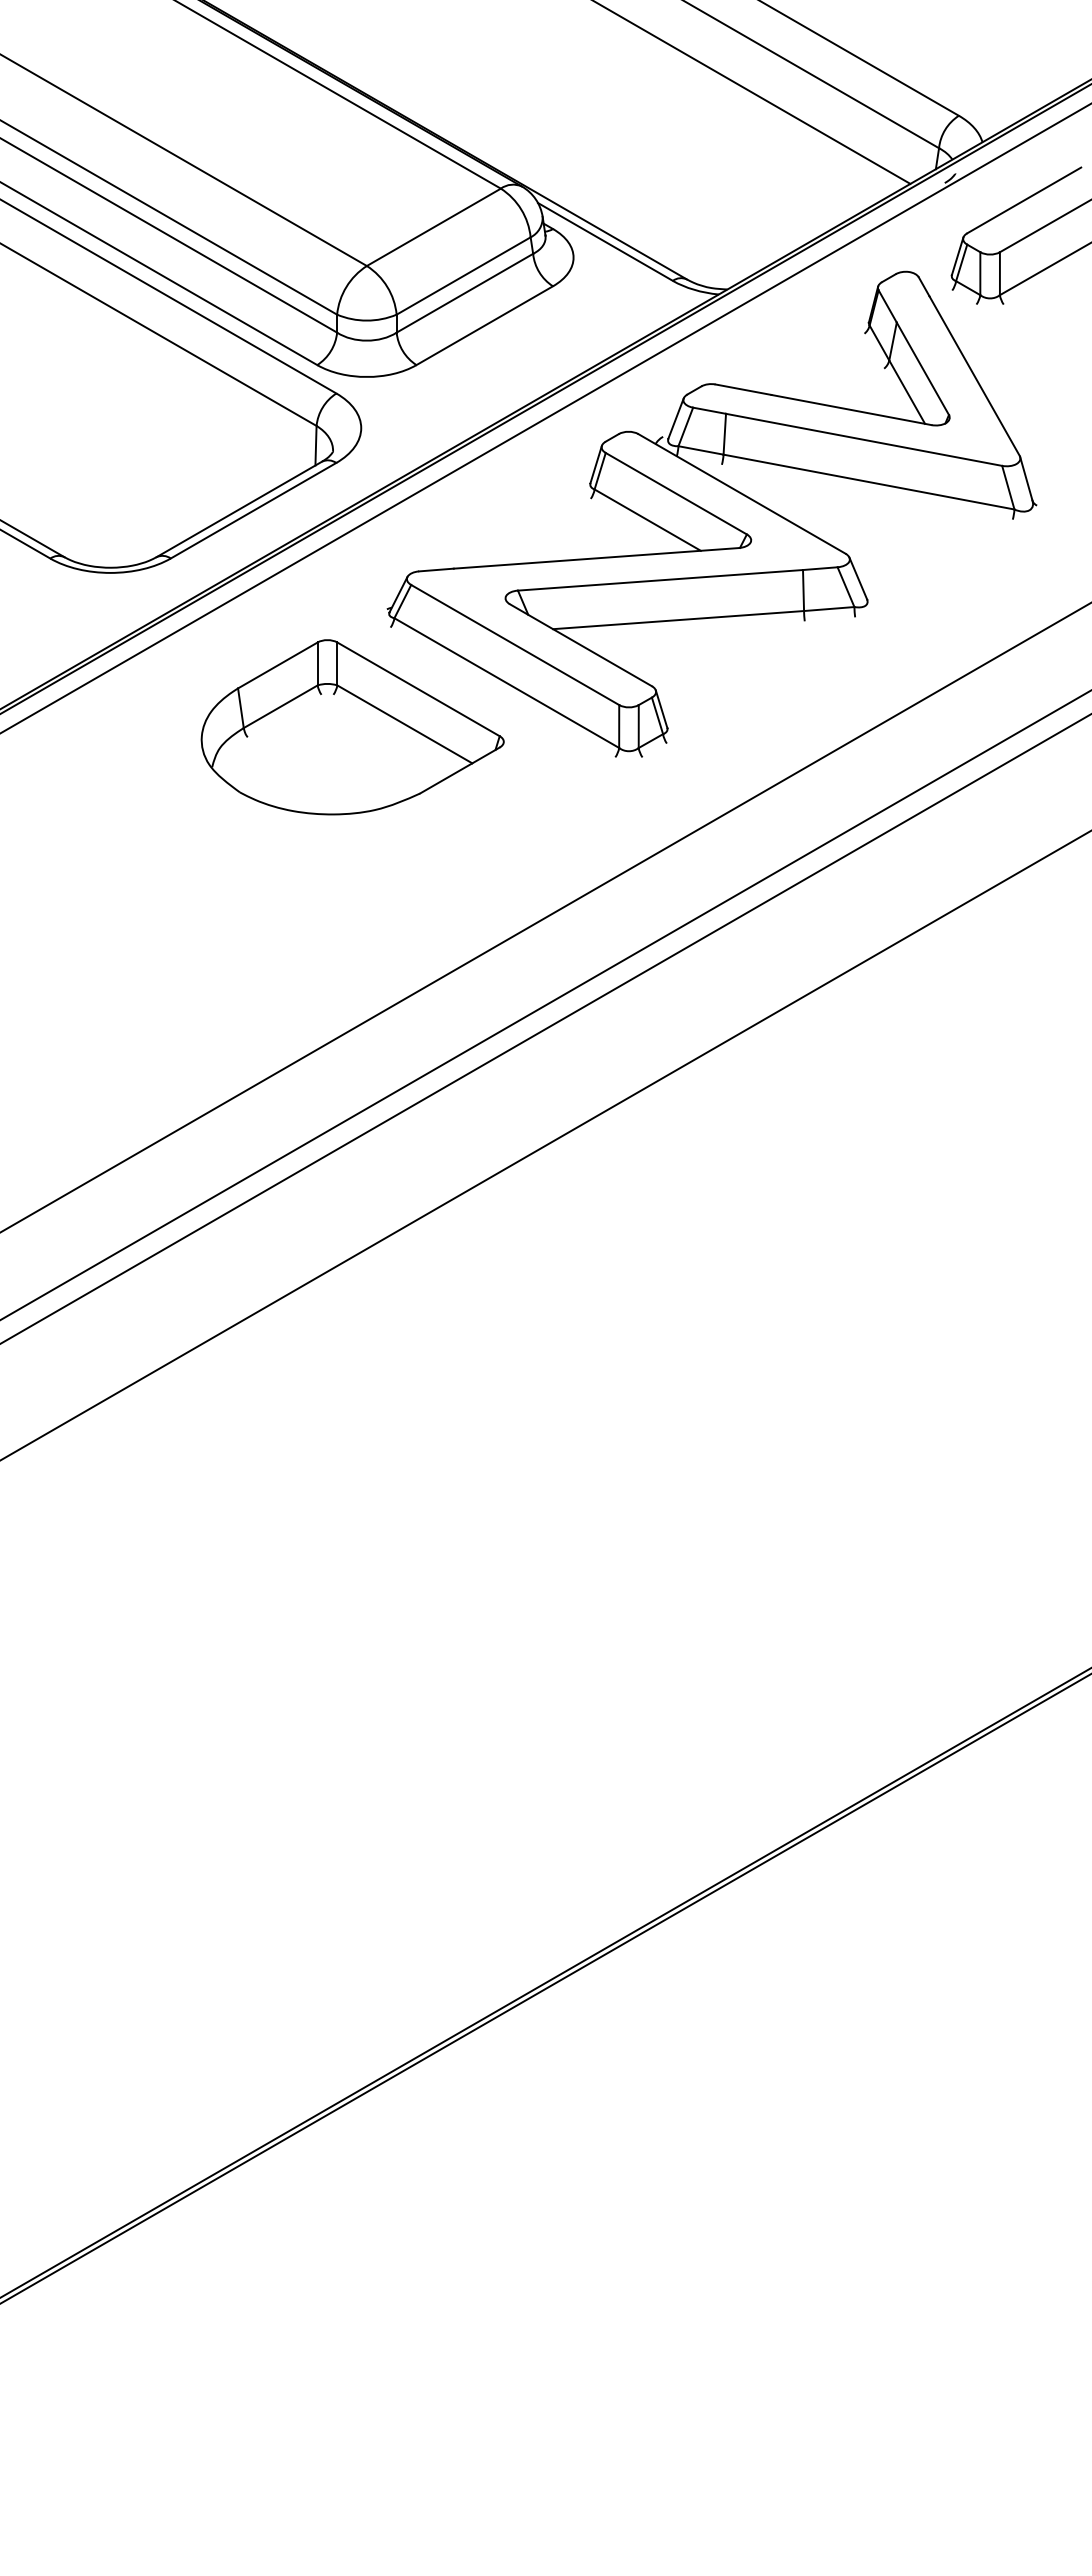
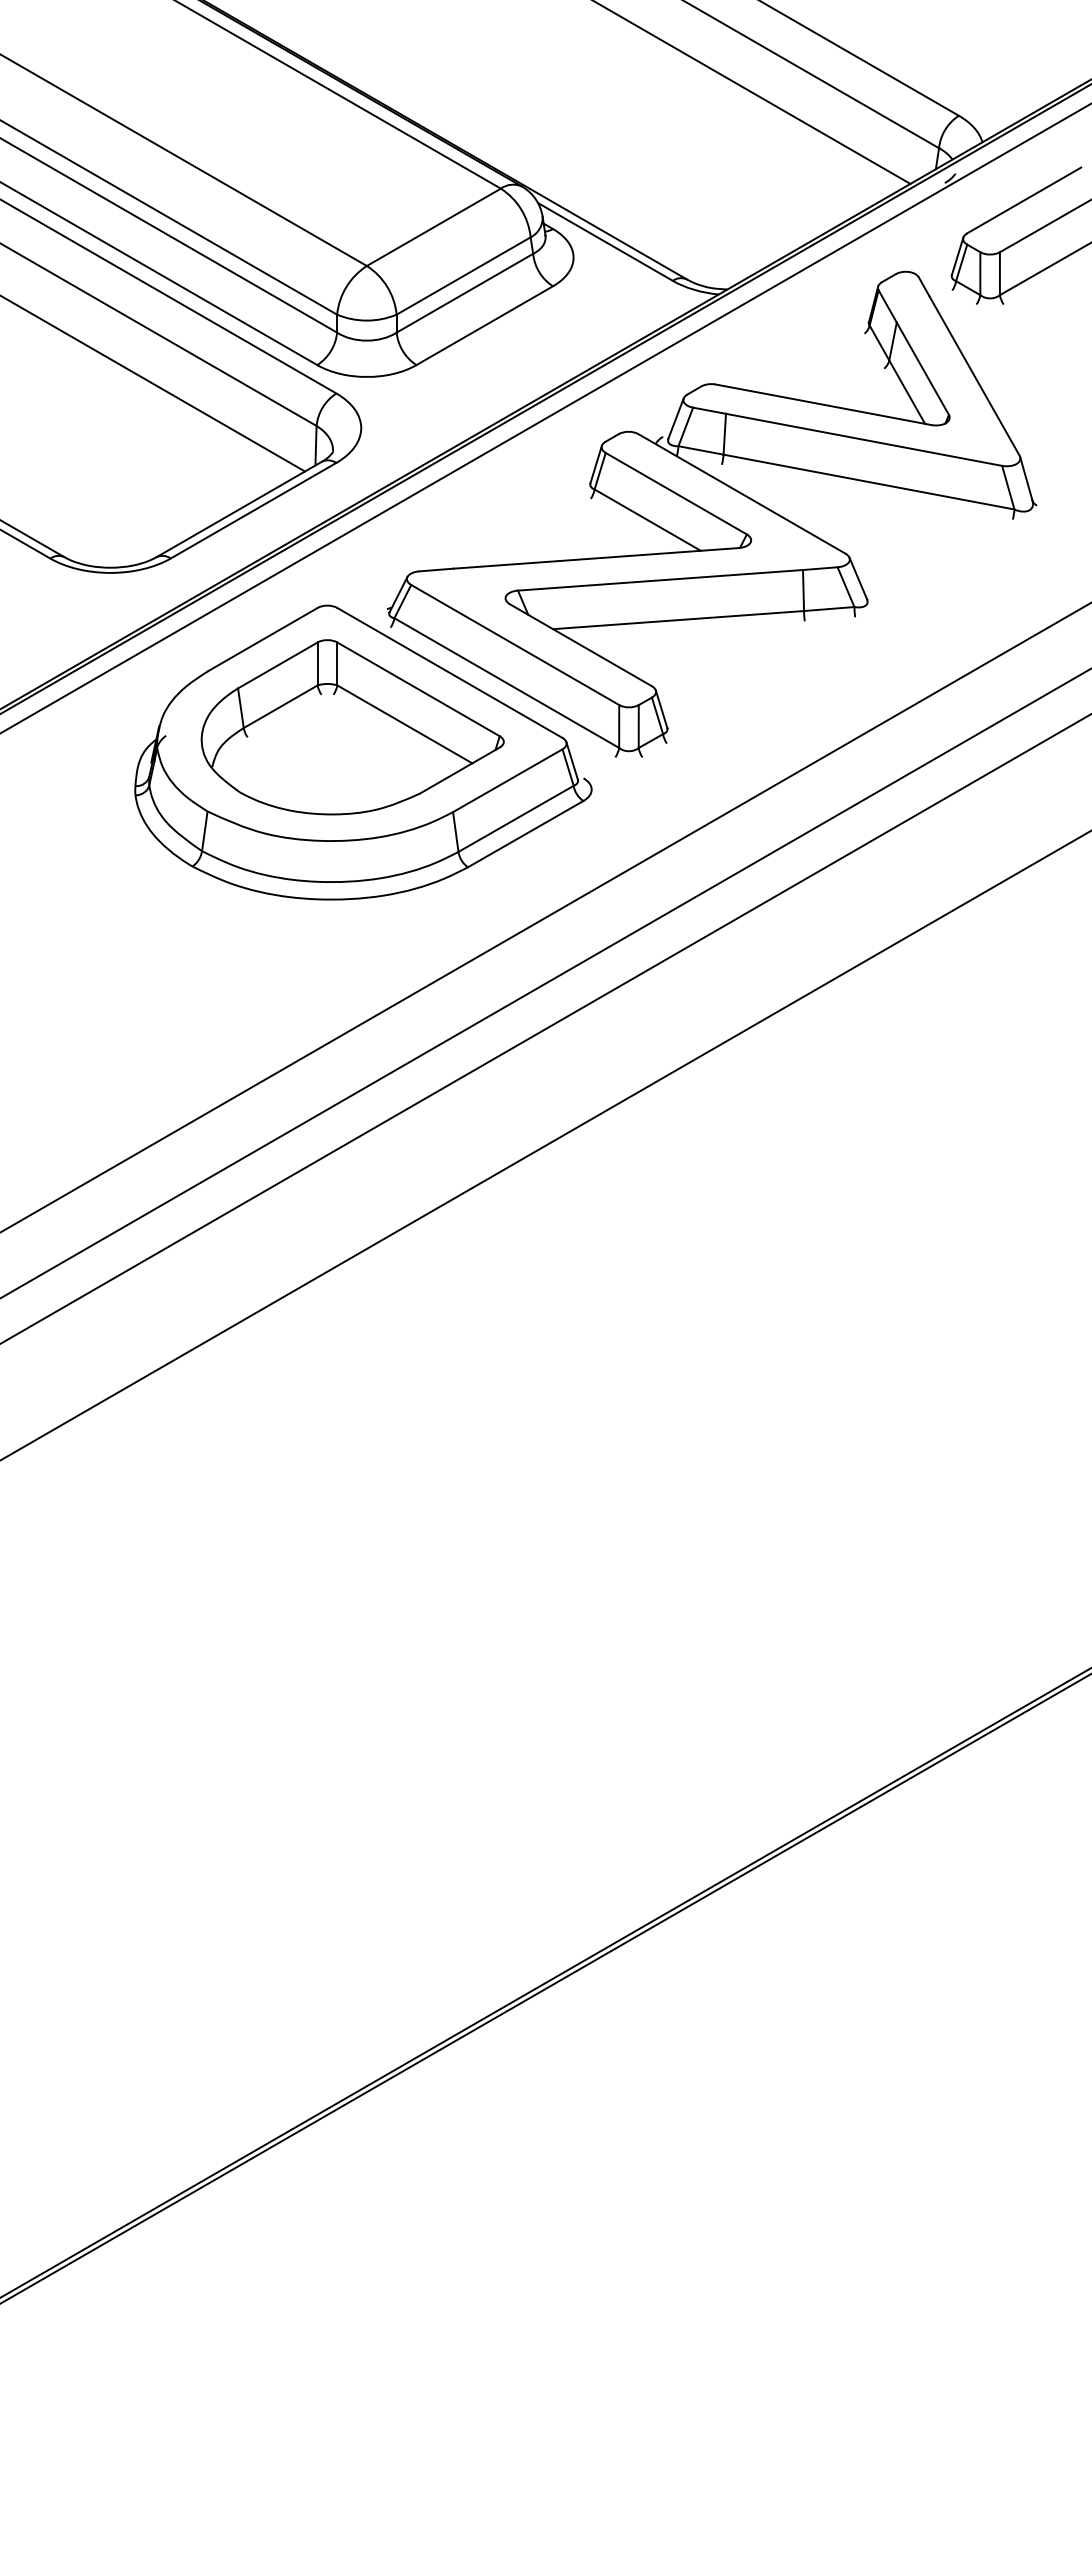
line at (153, 383): none -> present
part at (363, 752): none -> present
line at (545, 1004) position: (545, 1004) -> (545, 983)
